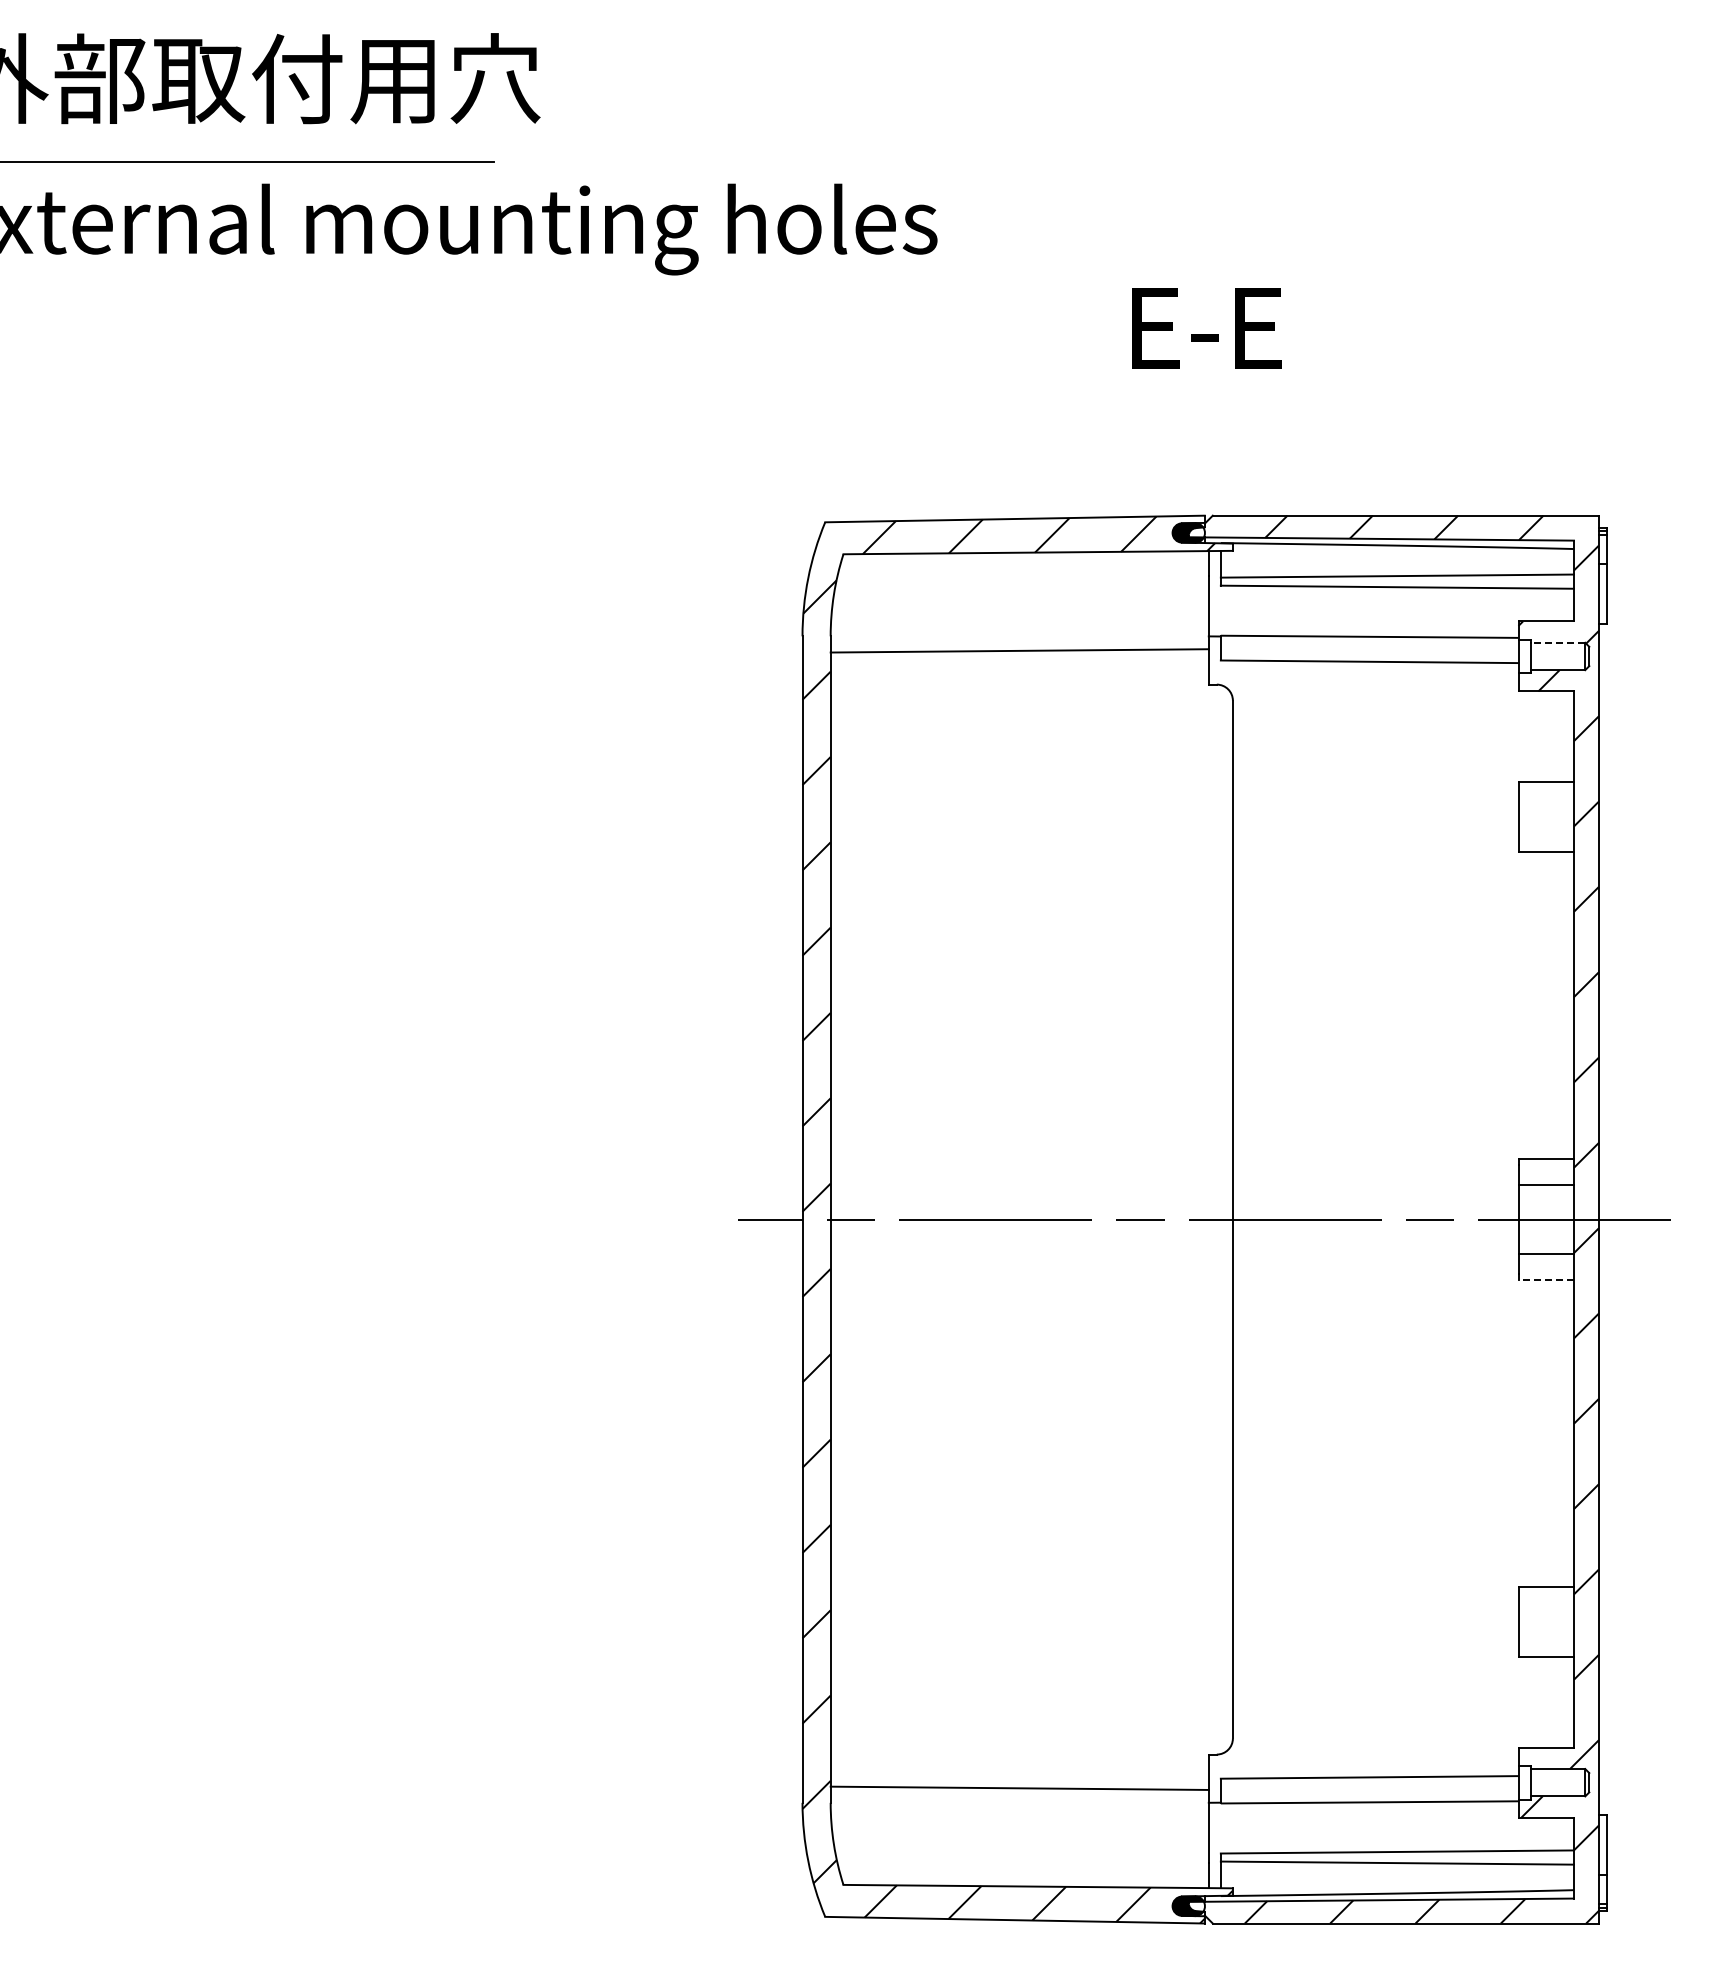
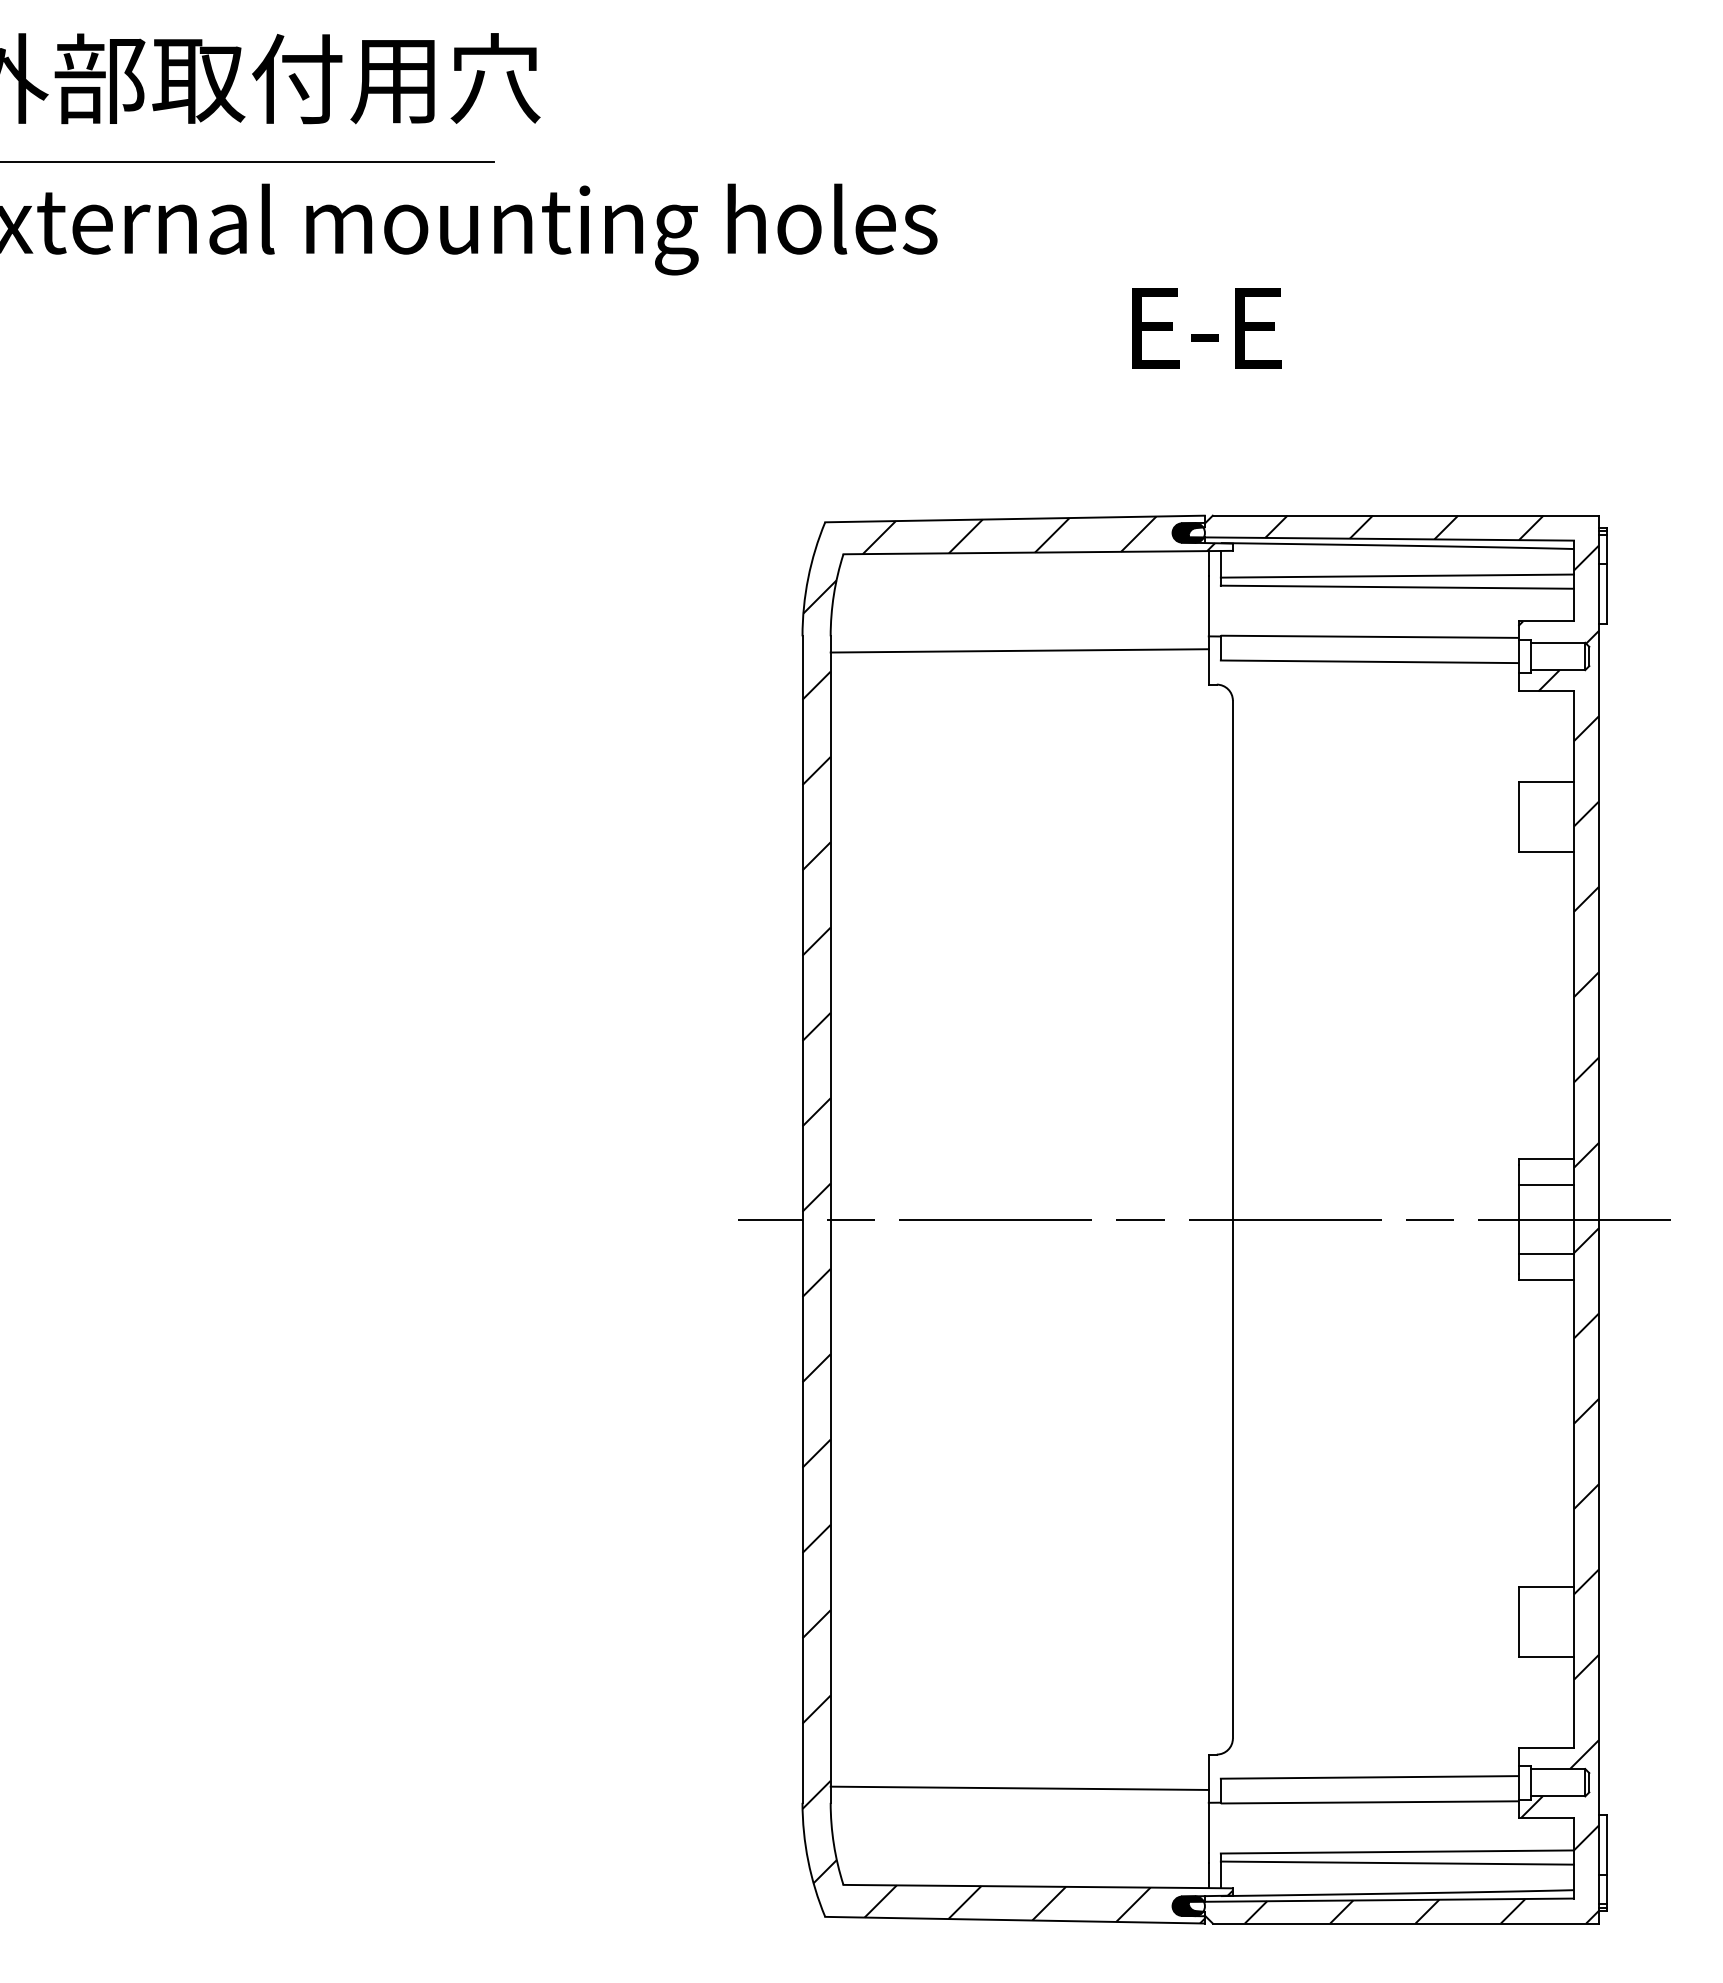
line at (1558, 642): dashed -> solid
line at (1546, 1279): dashed -> solid
